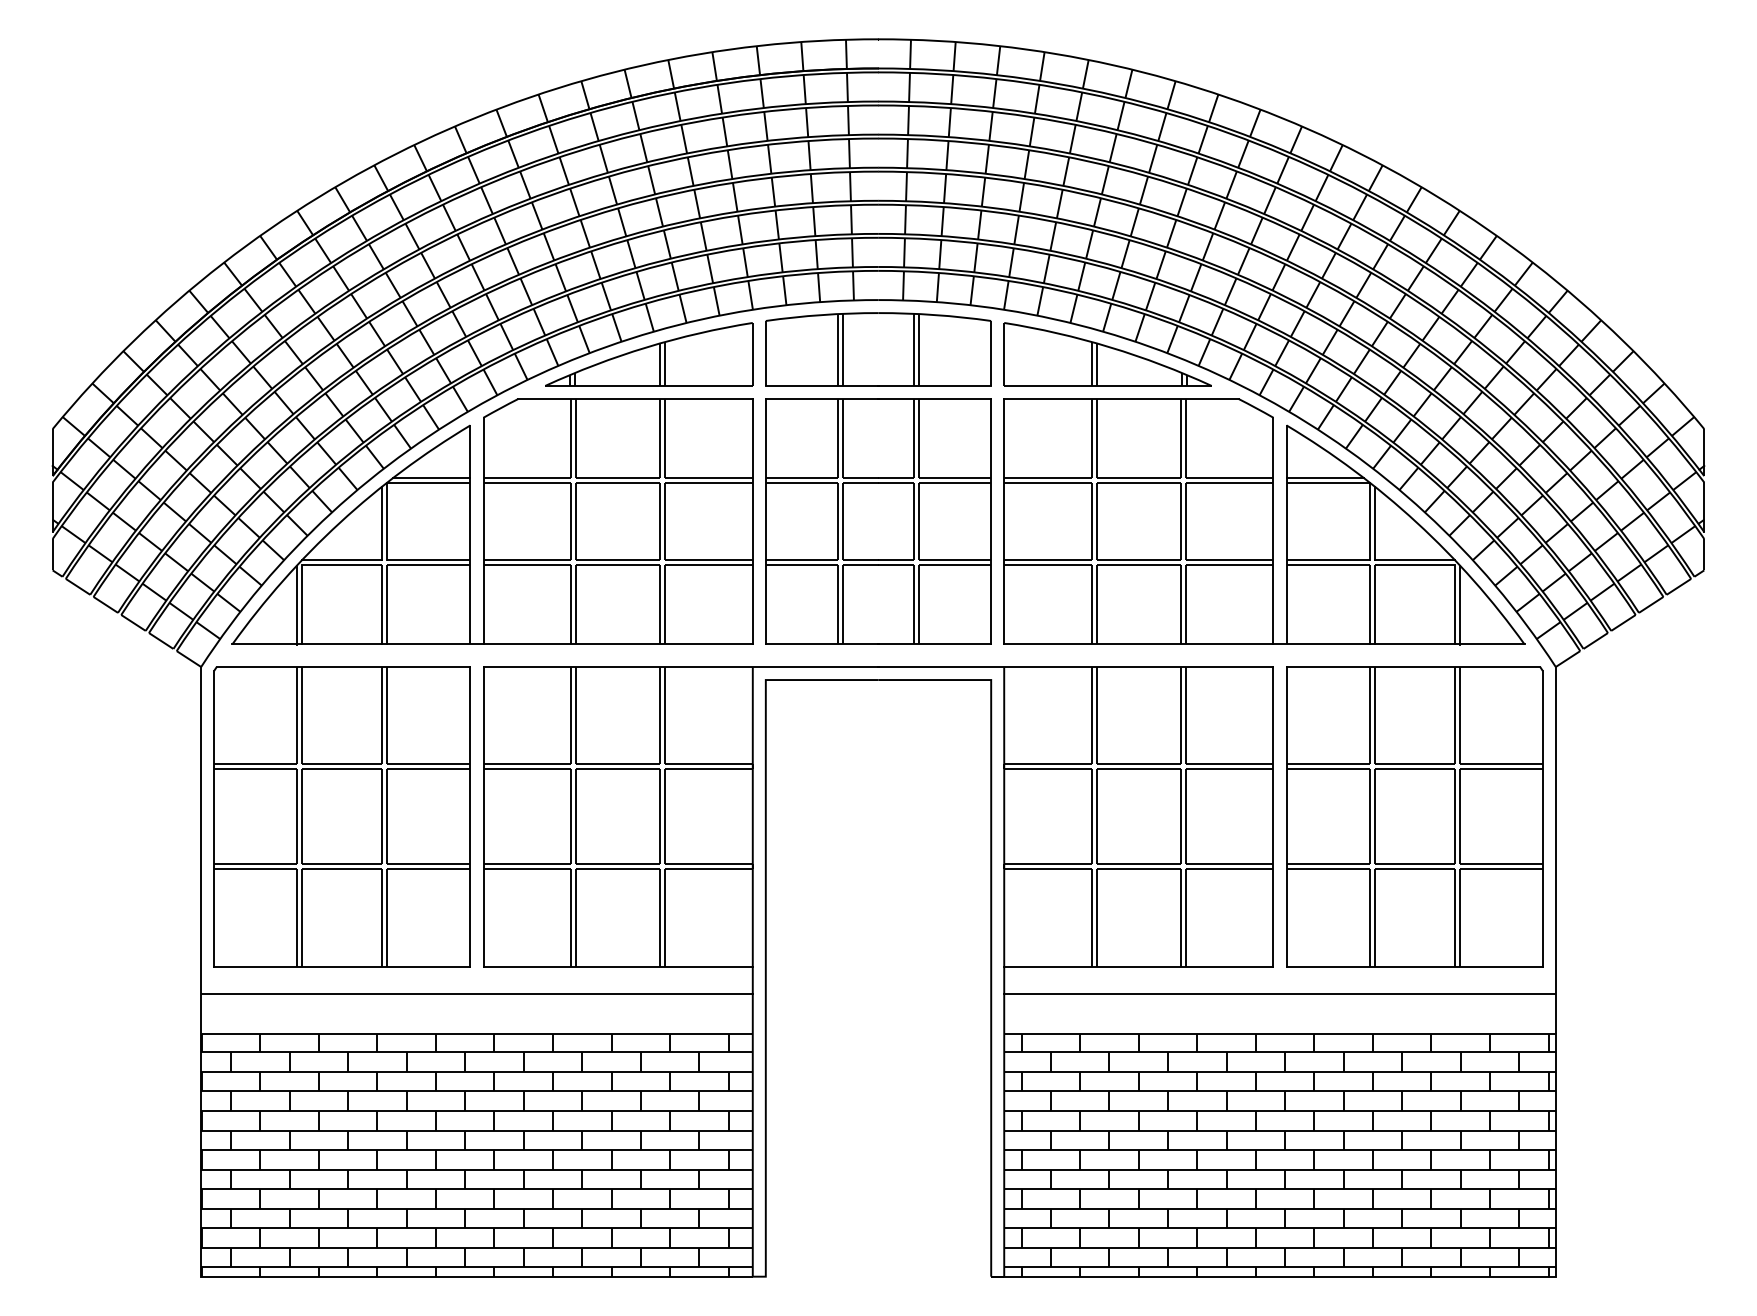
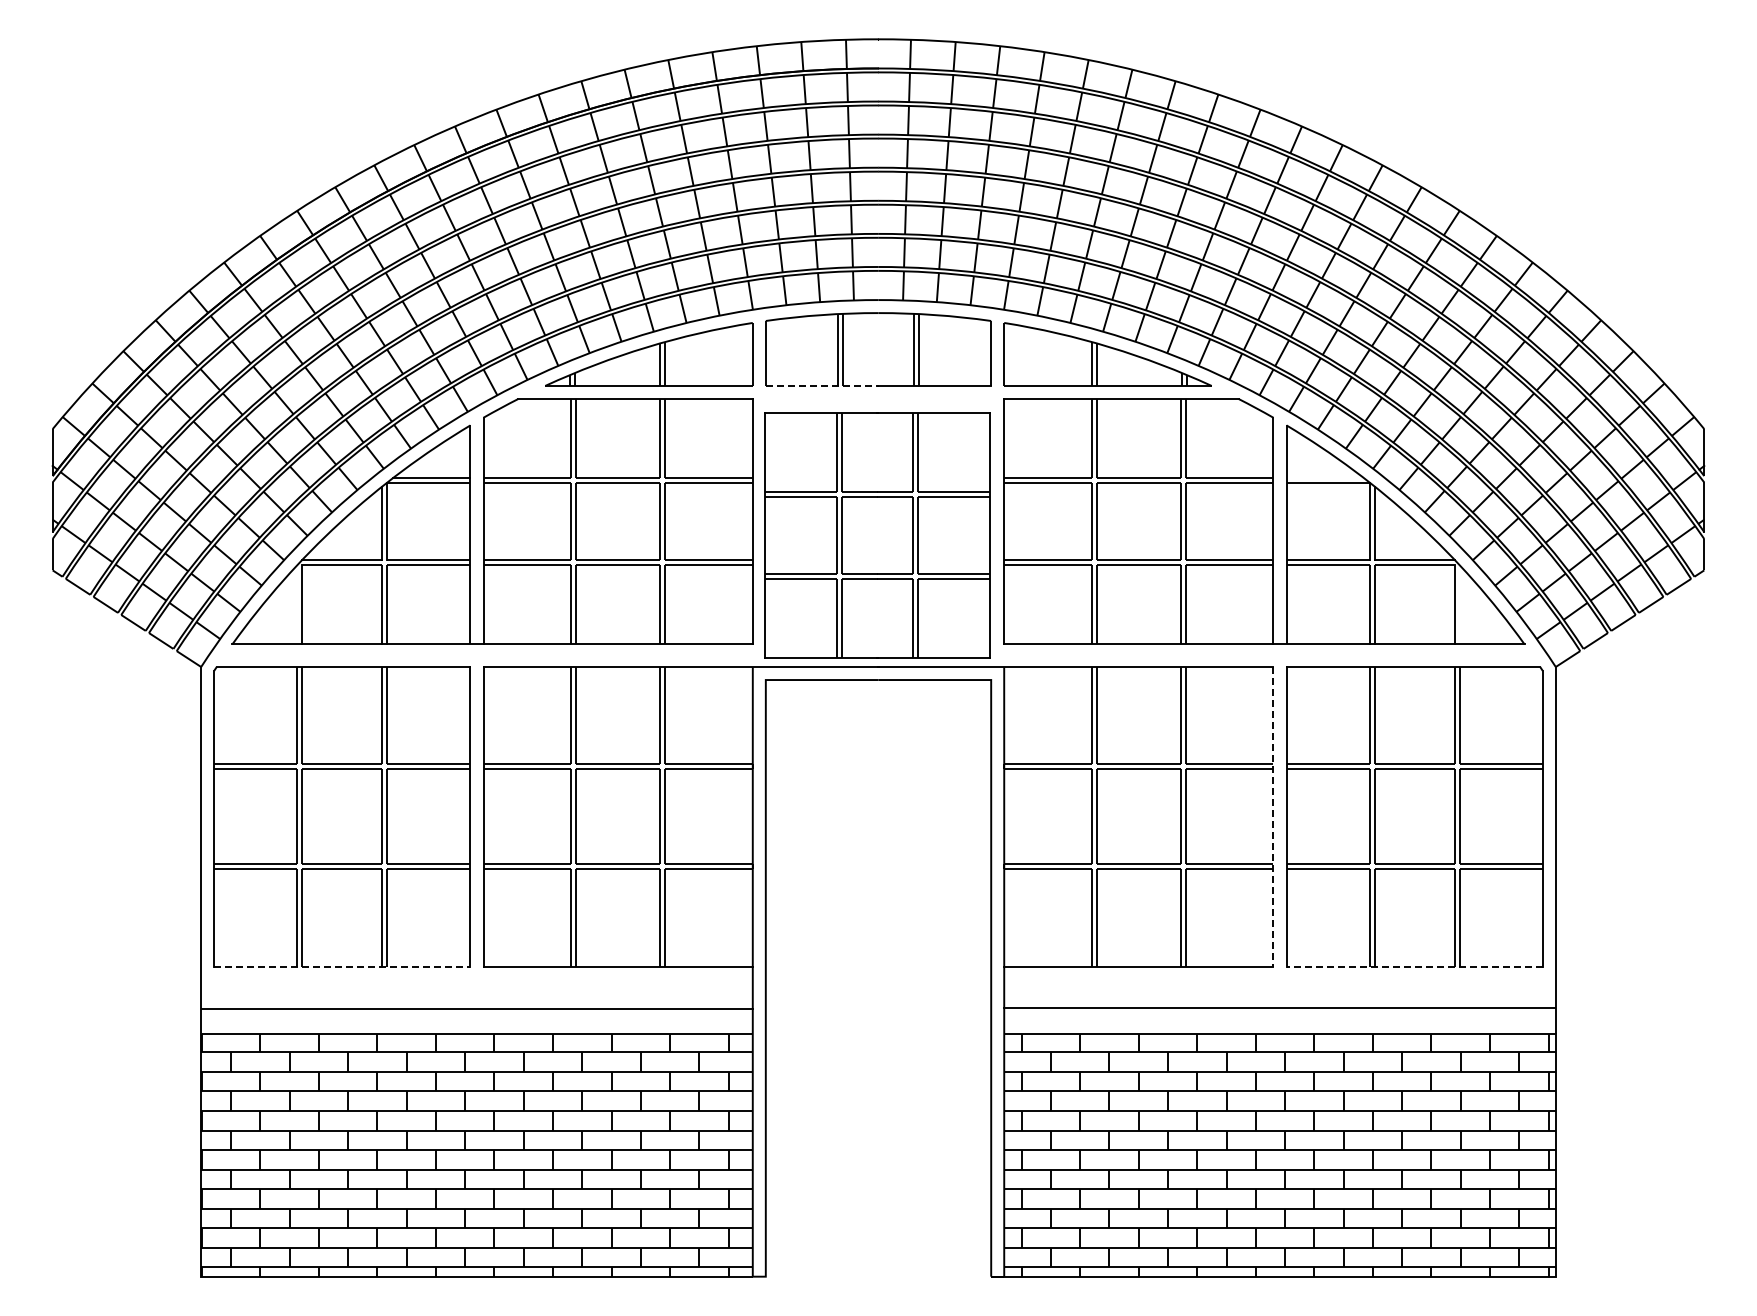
line at (822, 385): solid -> dashed
line at (1324, 477): present -> none
part at (878, 521) position: (878, 521) -> (877, 535)
line at (296, 605): present -> none
line at (1460, 605): present -> none
line at (1273, 816): solid -> dashed
line at (342, 966): solid -> dashed
line at (1414, 966): solid -> dashed
line at (476, 993) position: (476, 993) -> (476, 1008)
line at (1279, 993) position: (1279, 993) -> (1279, 1007)
